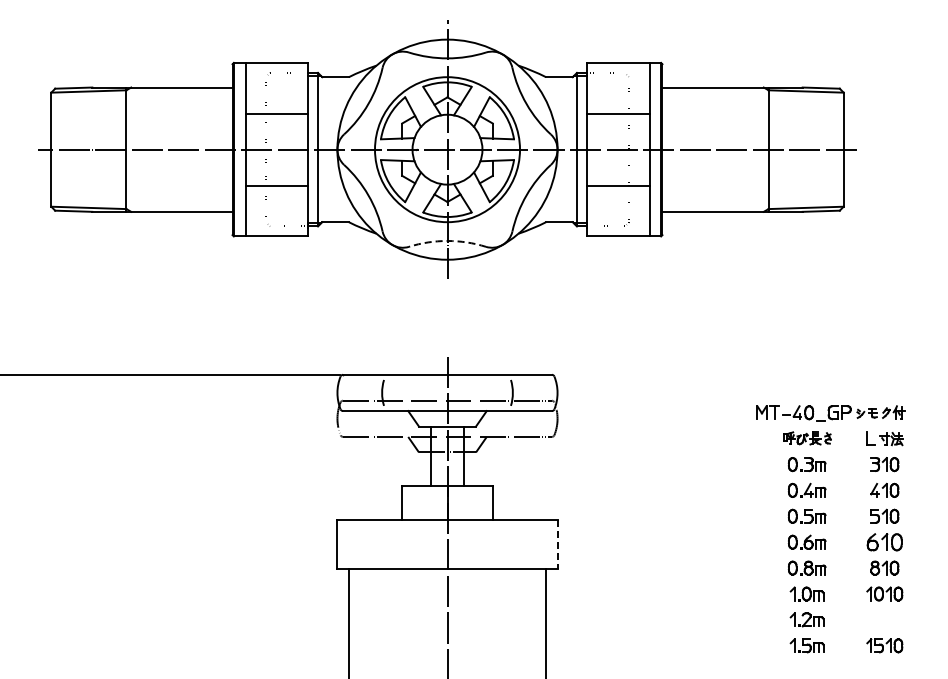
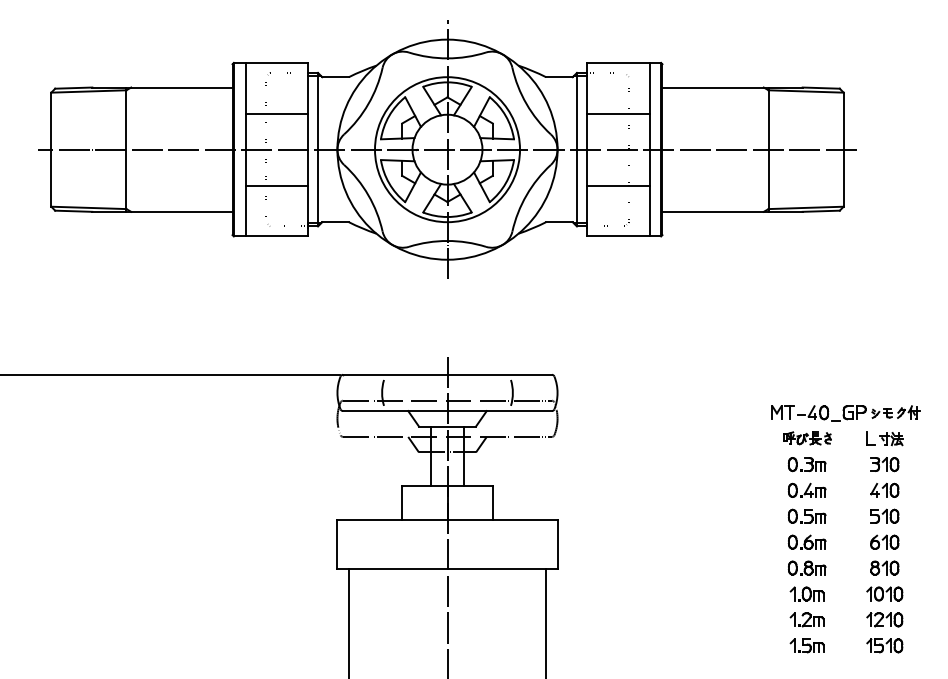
arc at (447, 240): dashed -> solid
part at (830, 413) position: (830, 413) -> (845, 413)
part at (884, 542) size: 37x19 px -> 30x16 px
line at (557, 544): dashed -> solid
part at (884, 619): none -> present
